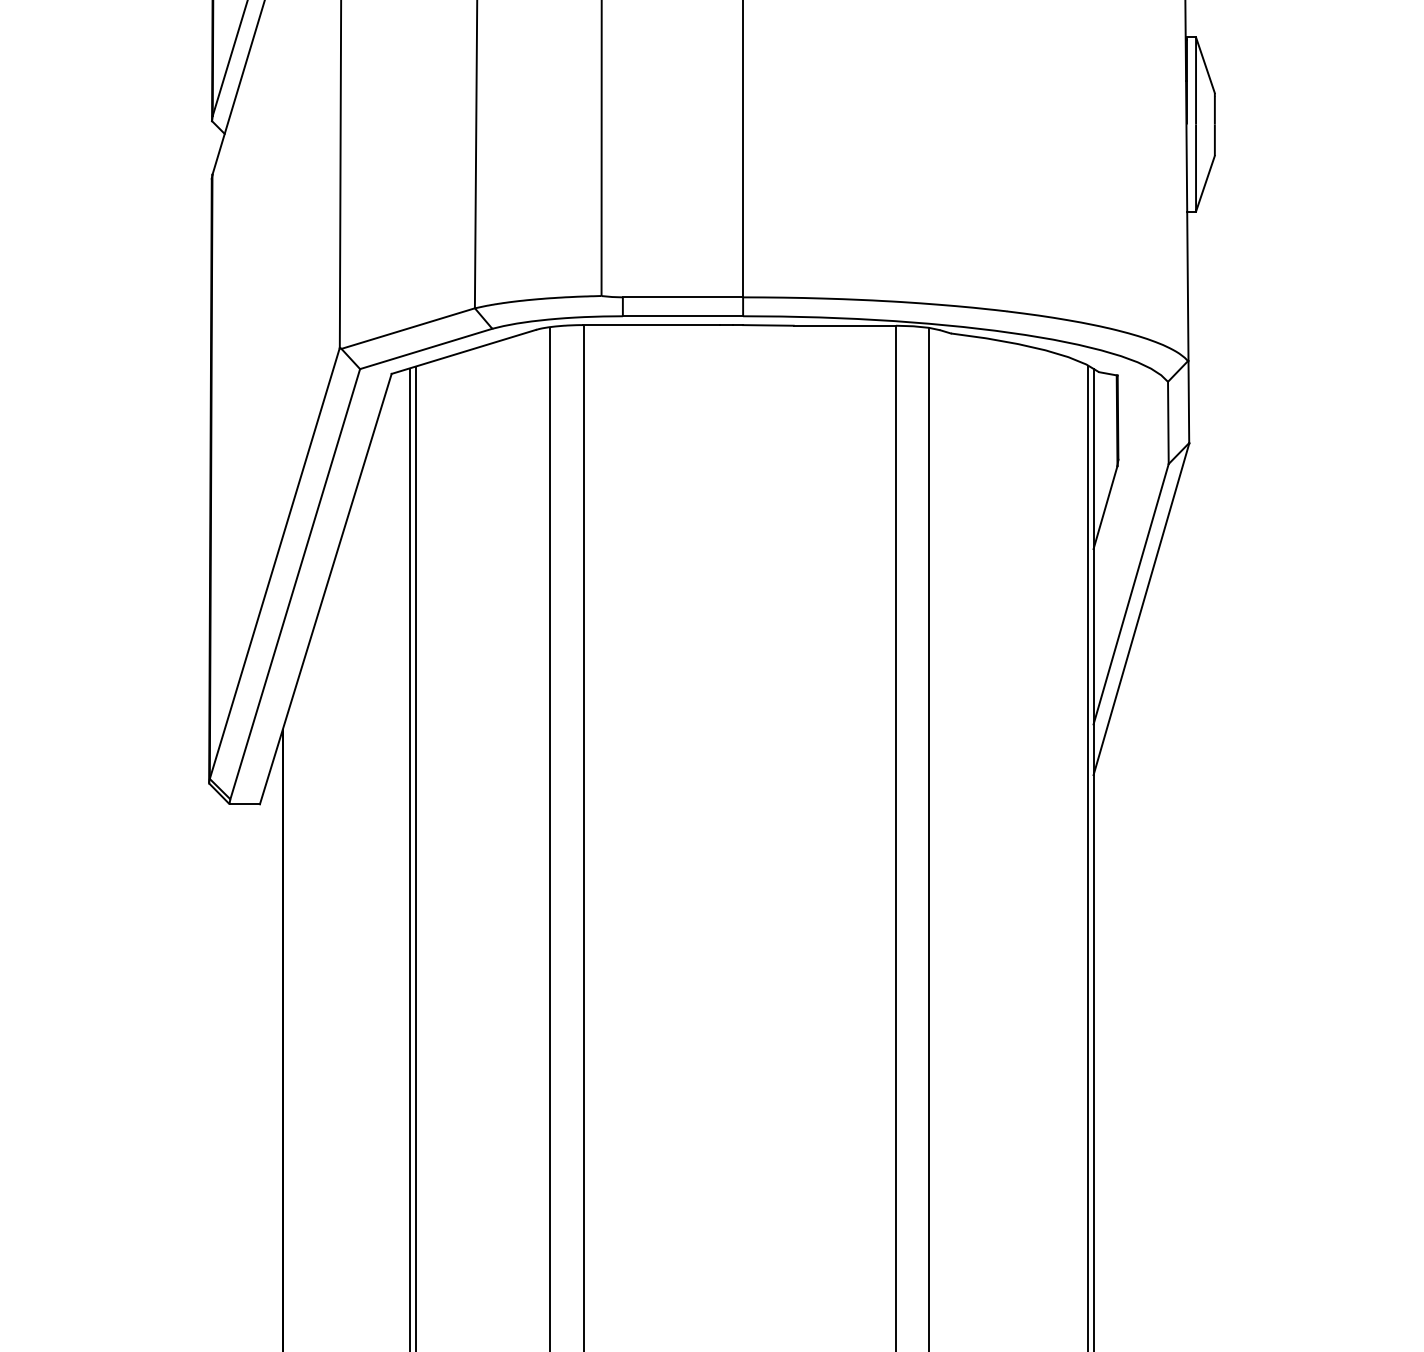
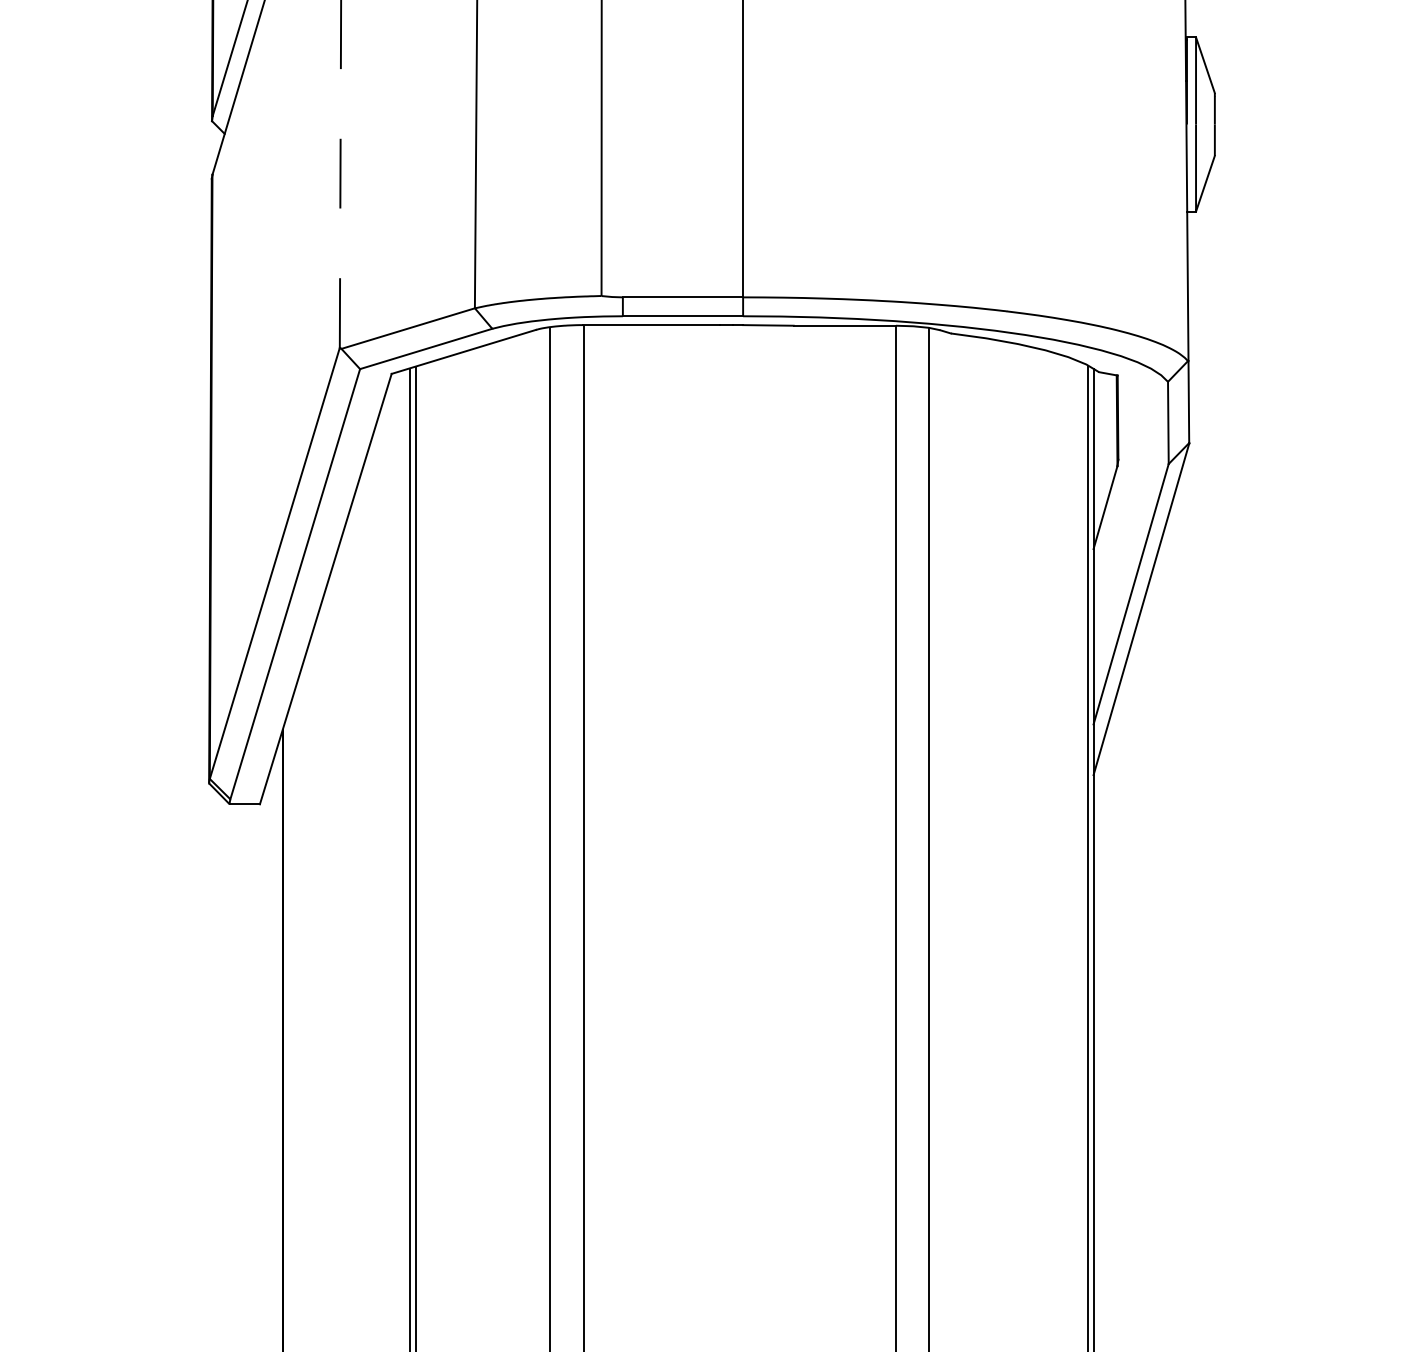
line at (340, 174): solid -> dashed
